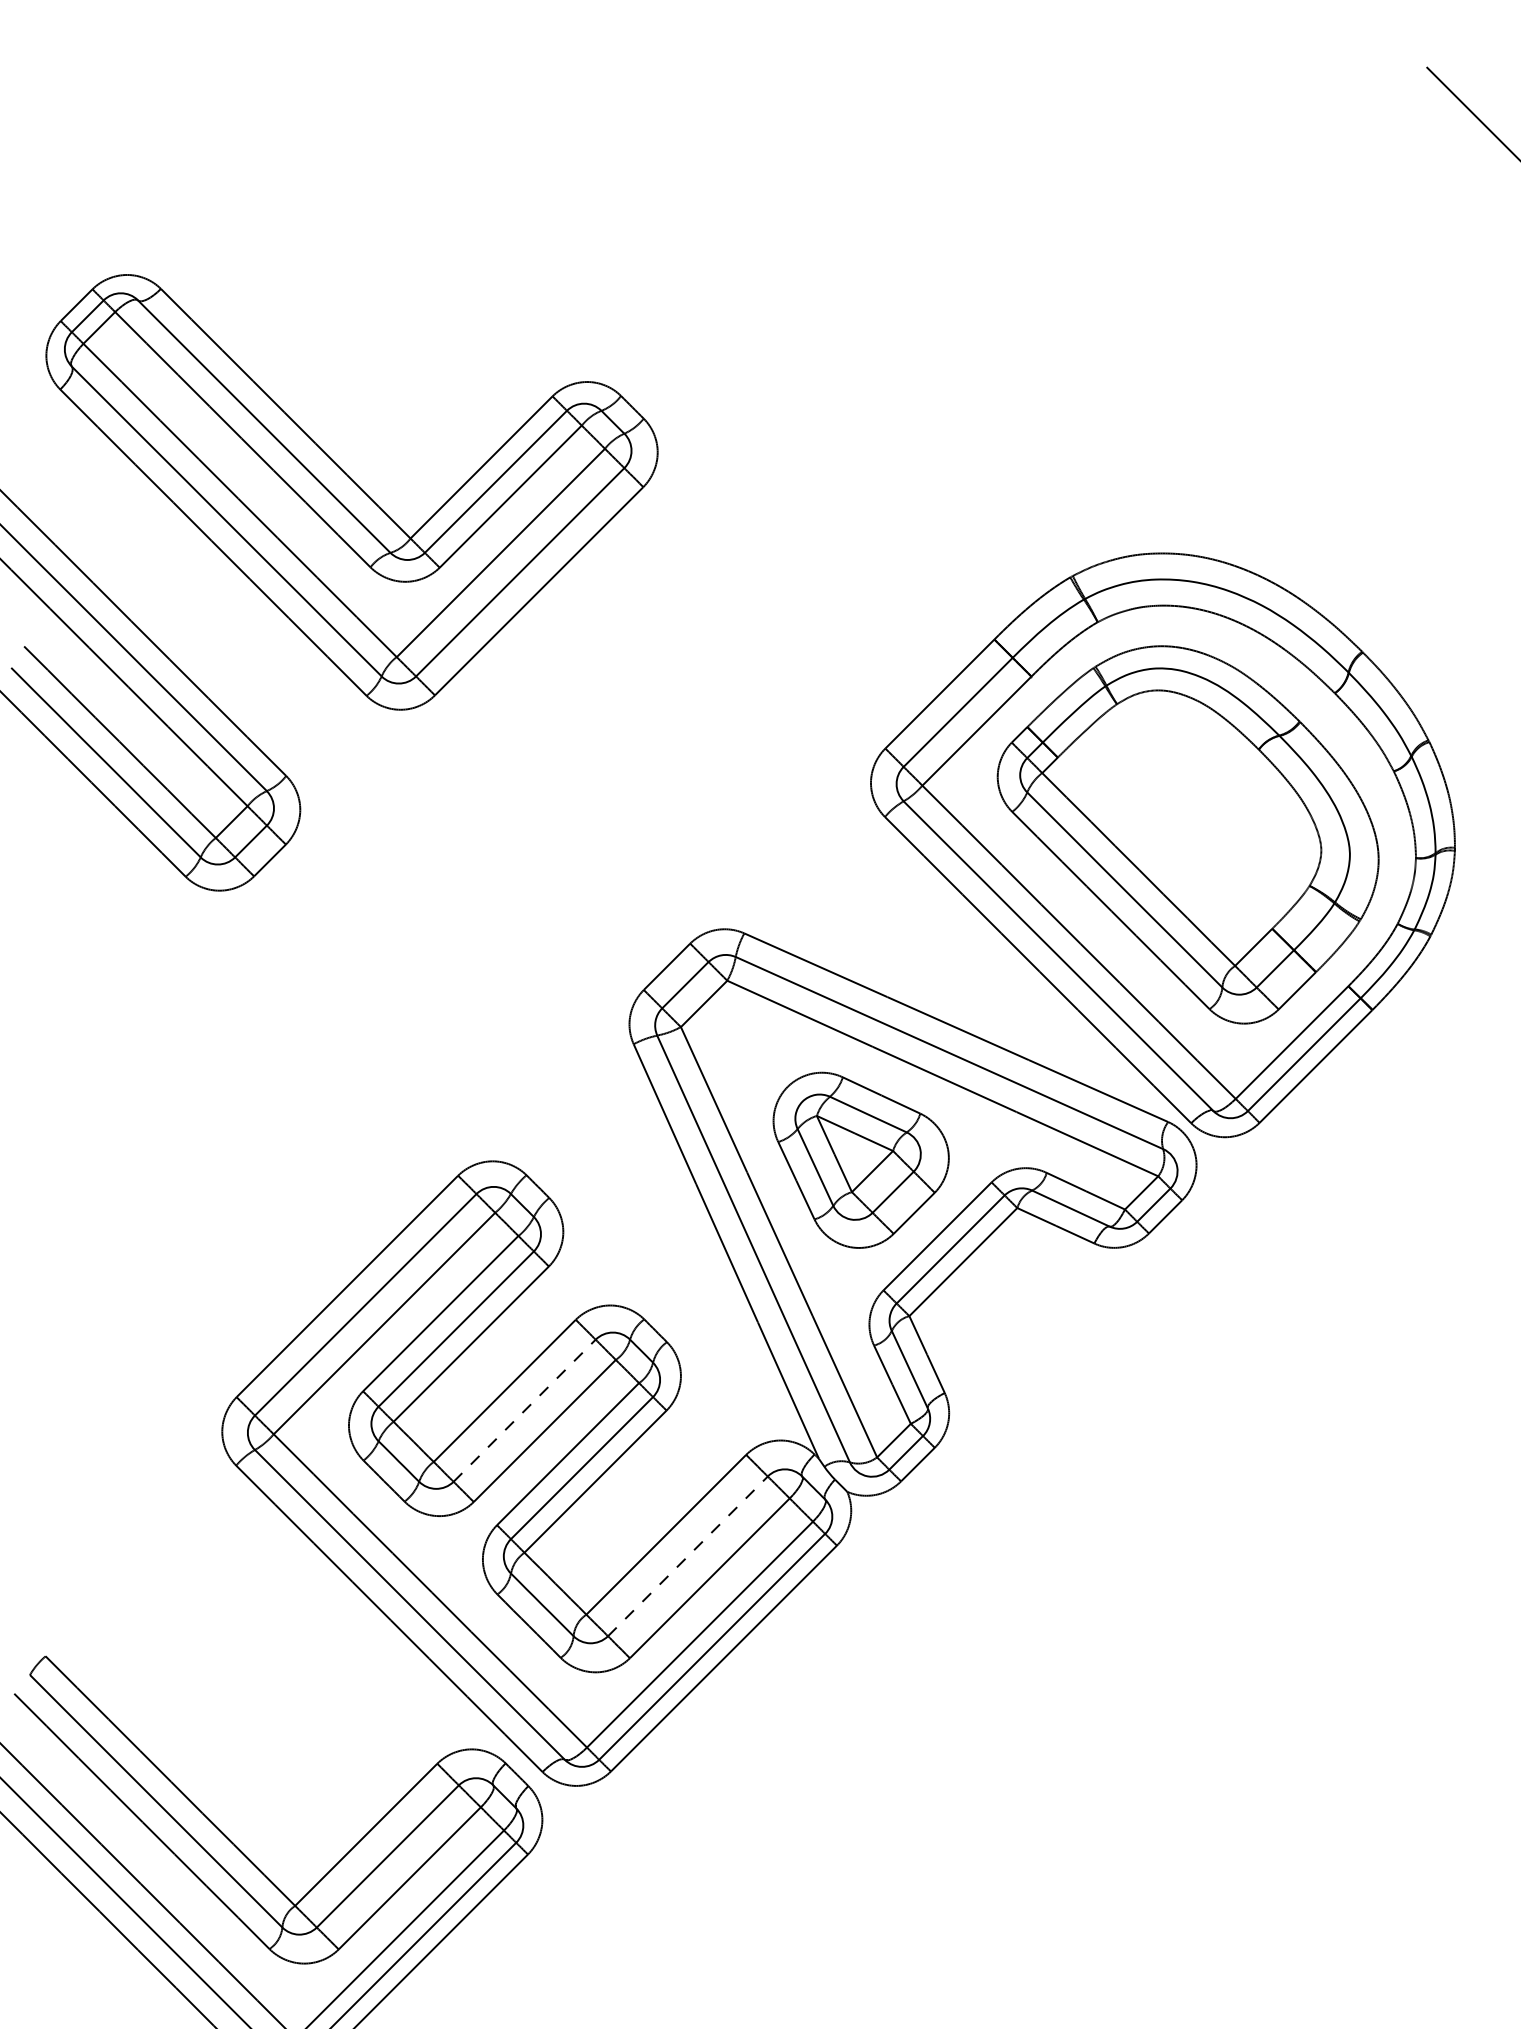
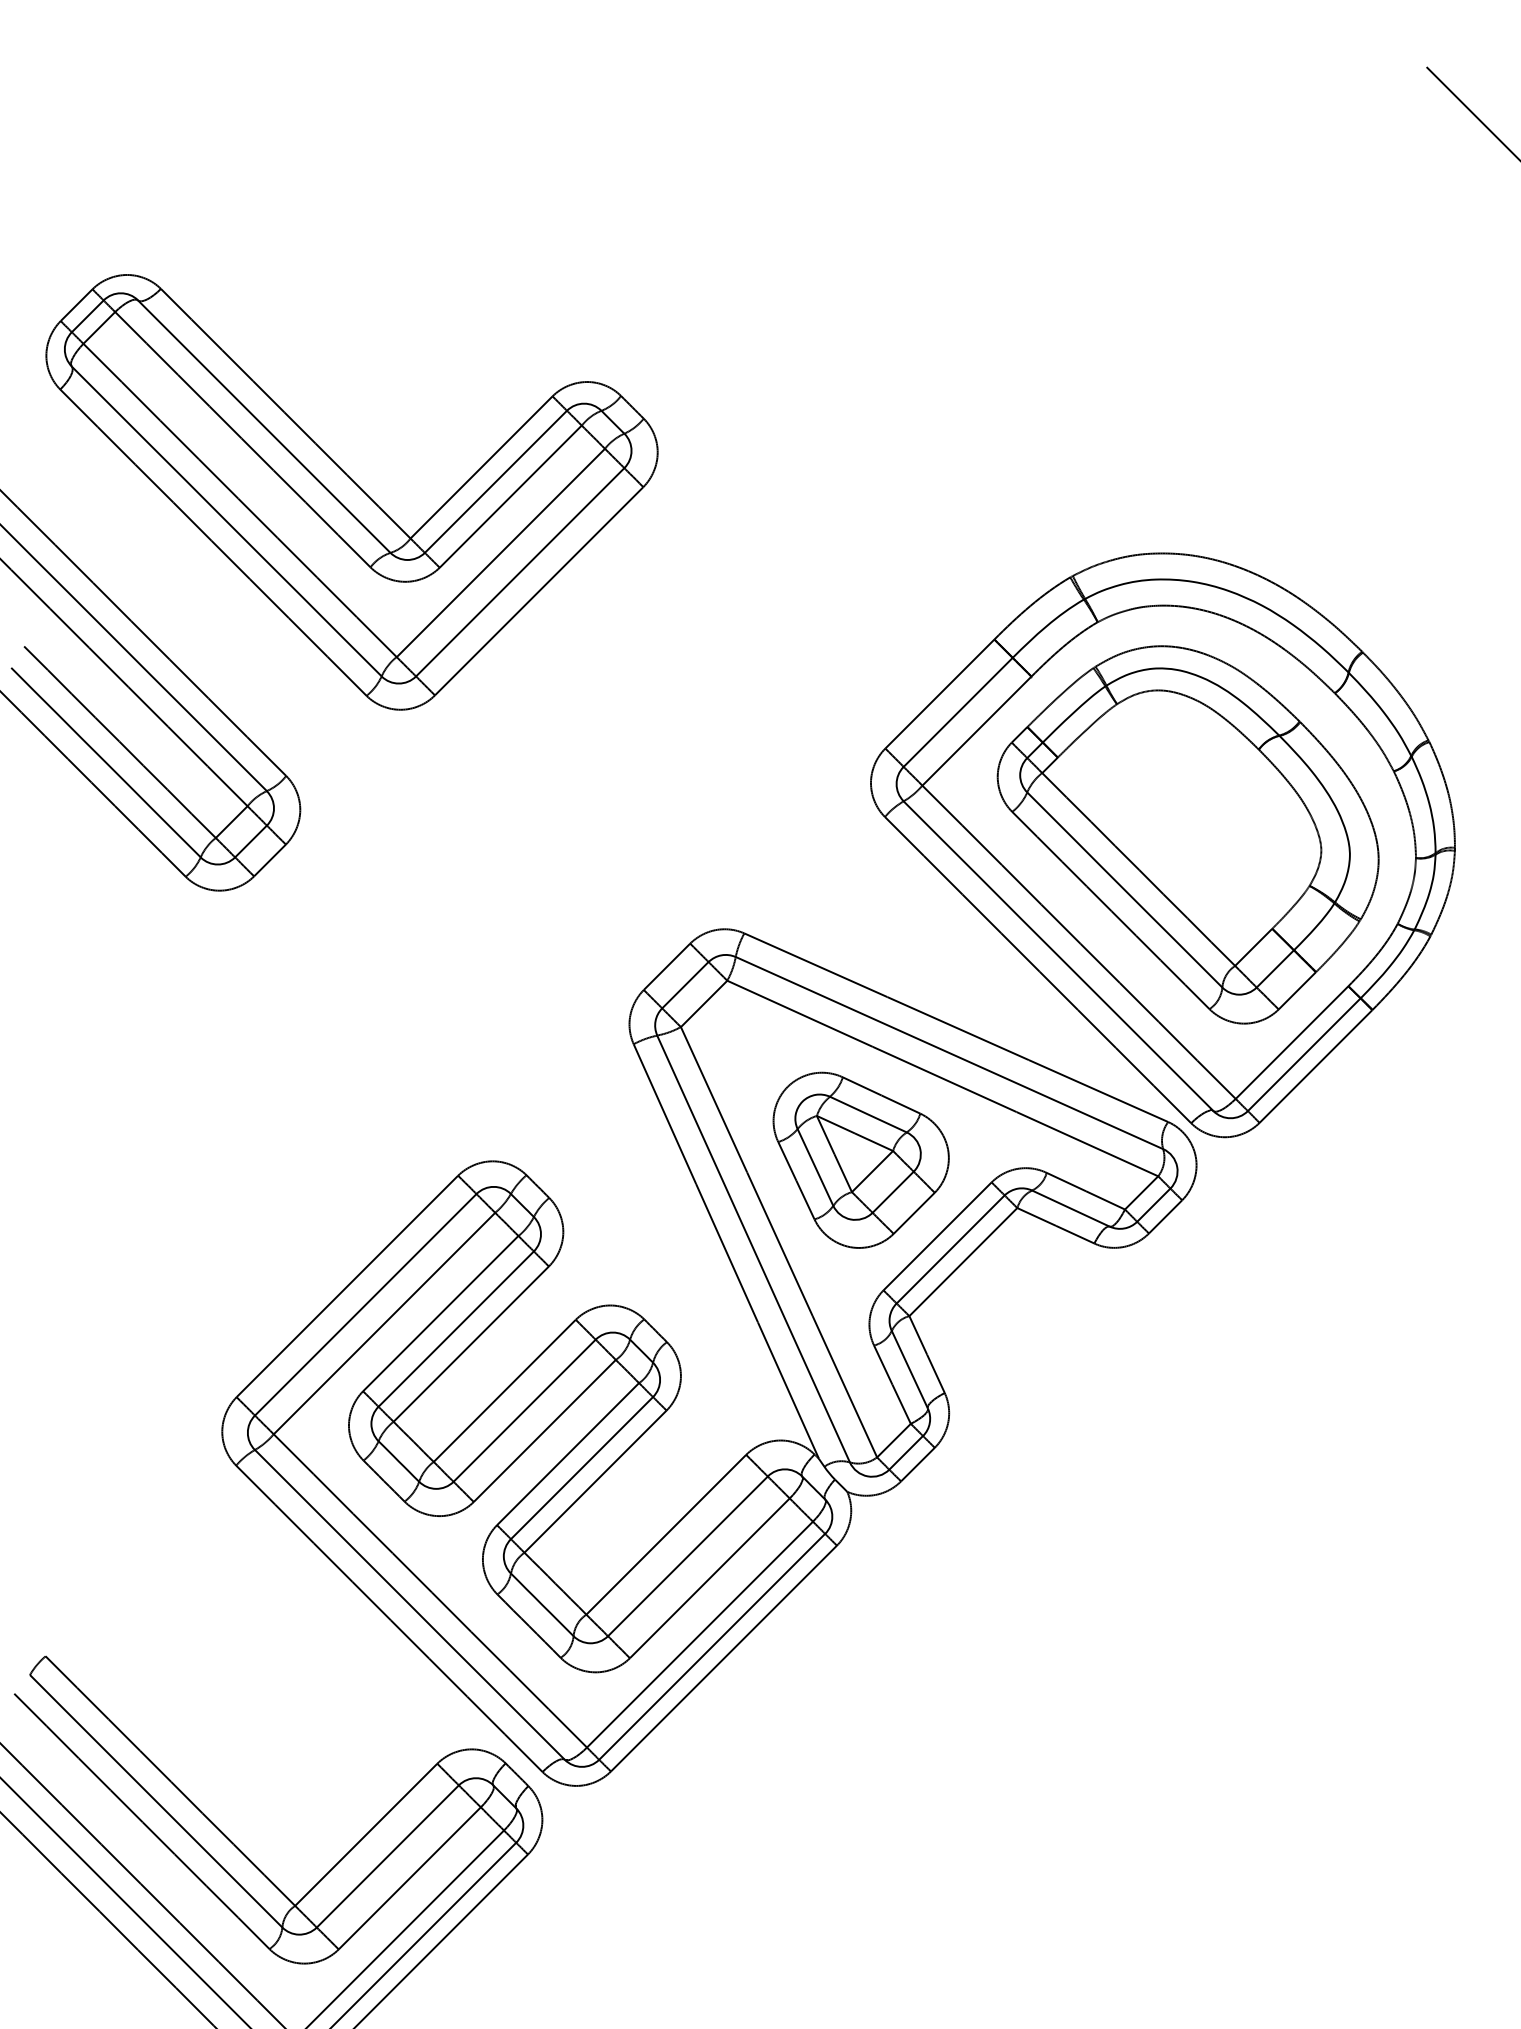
line at (524, 1410): dashed -> solid
line at (687, 1556): dashed -> solid
